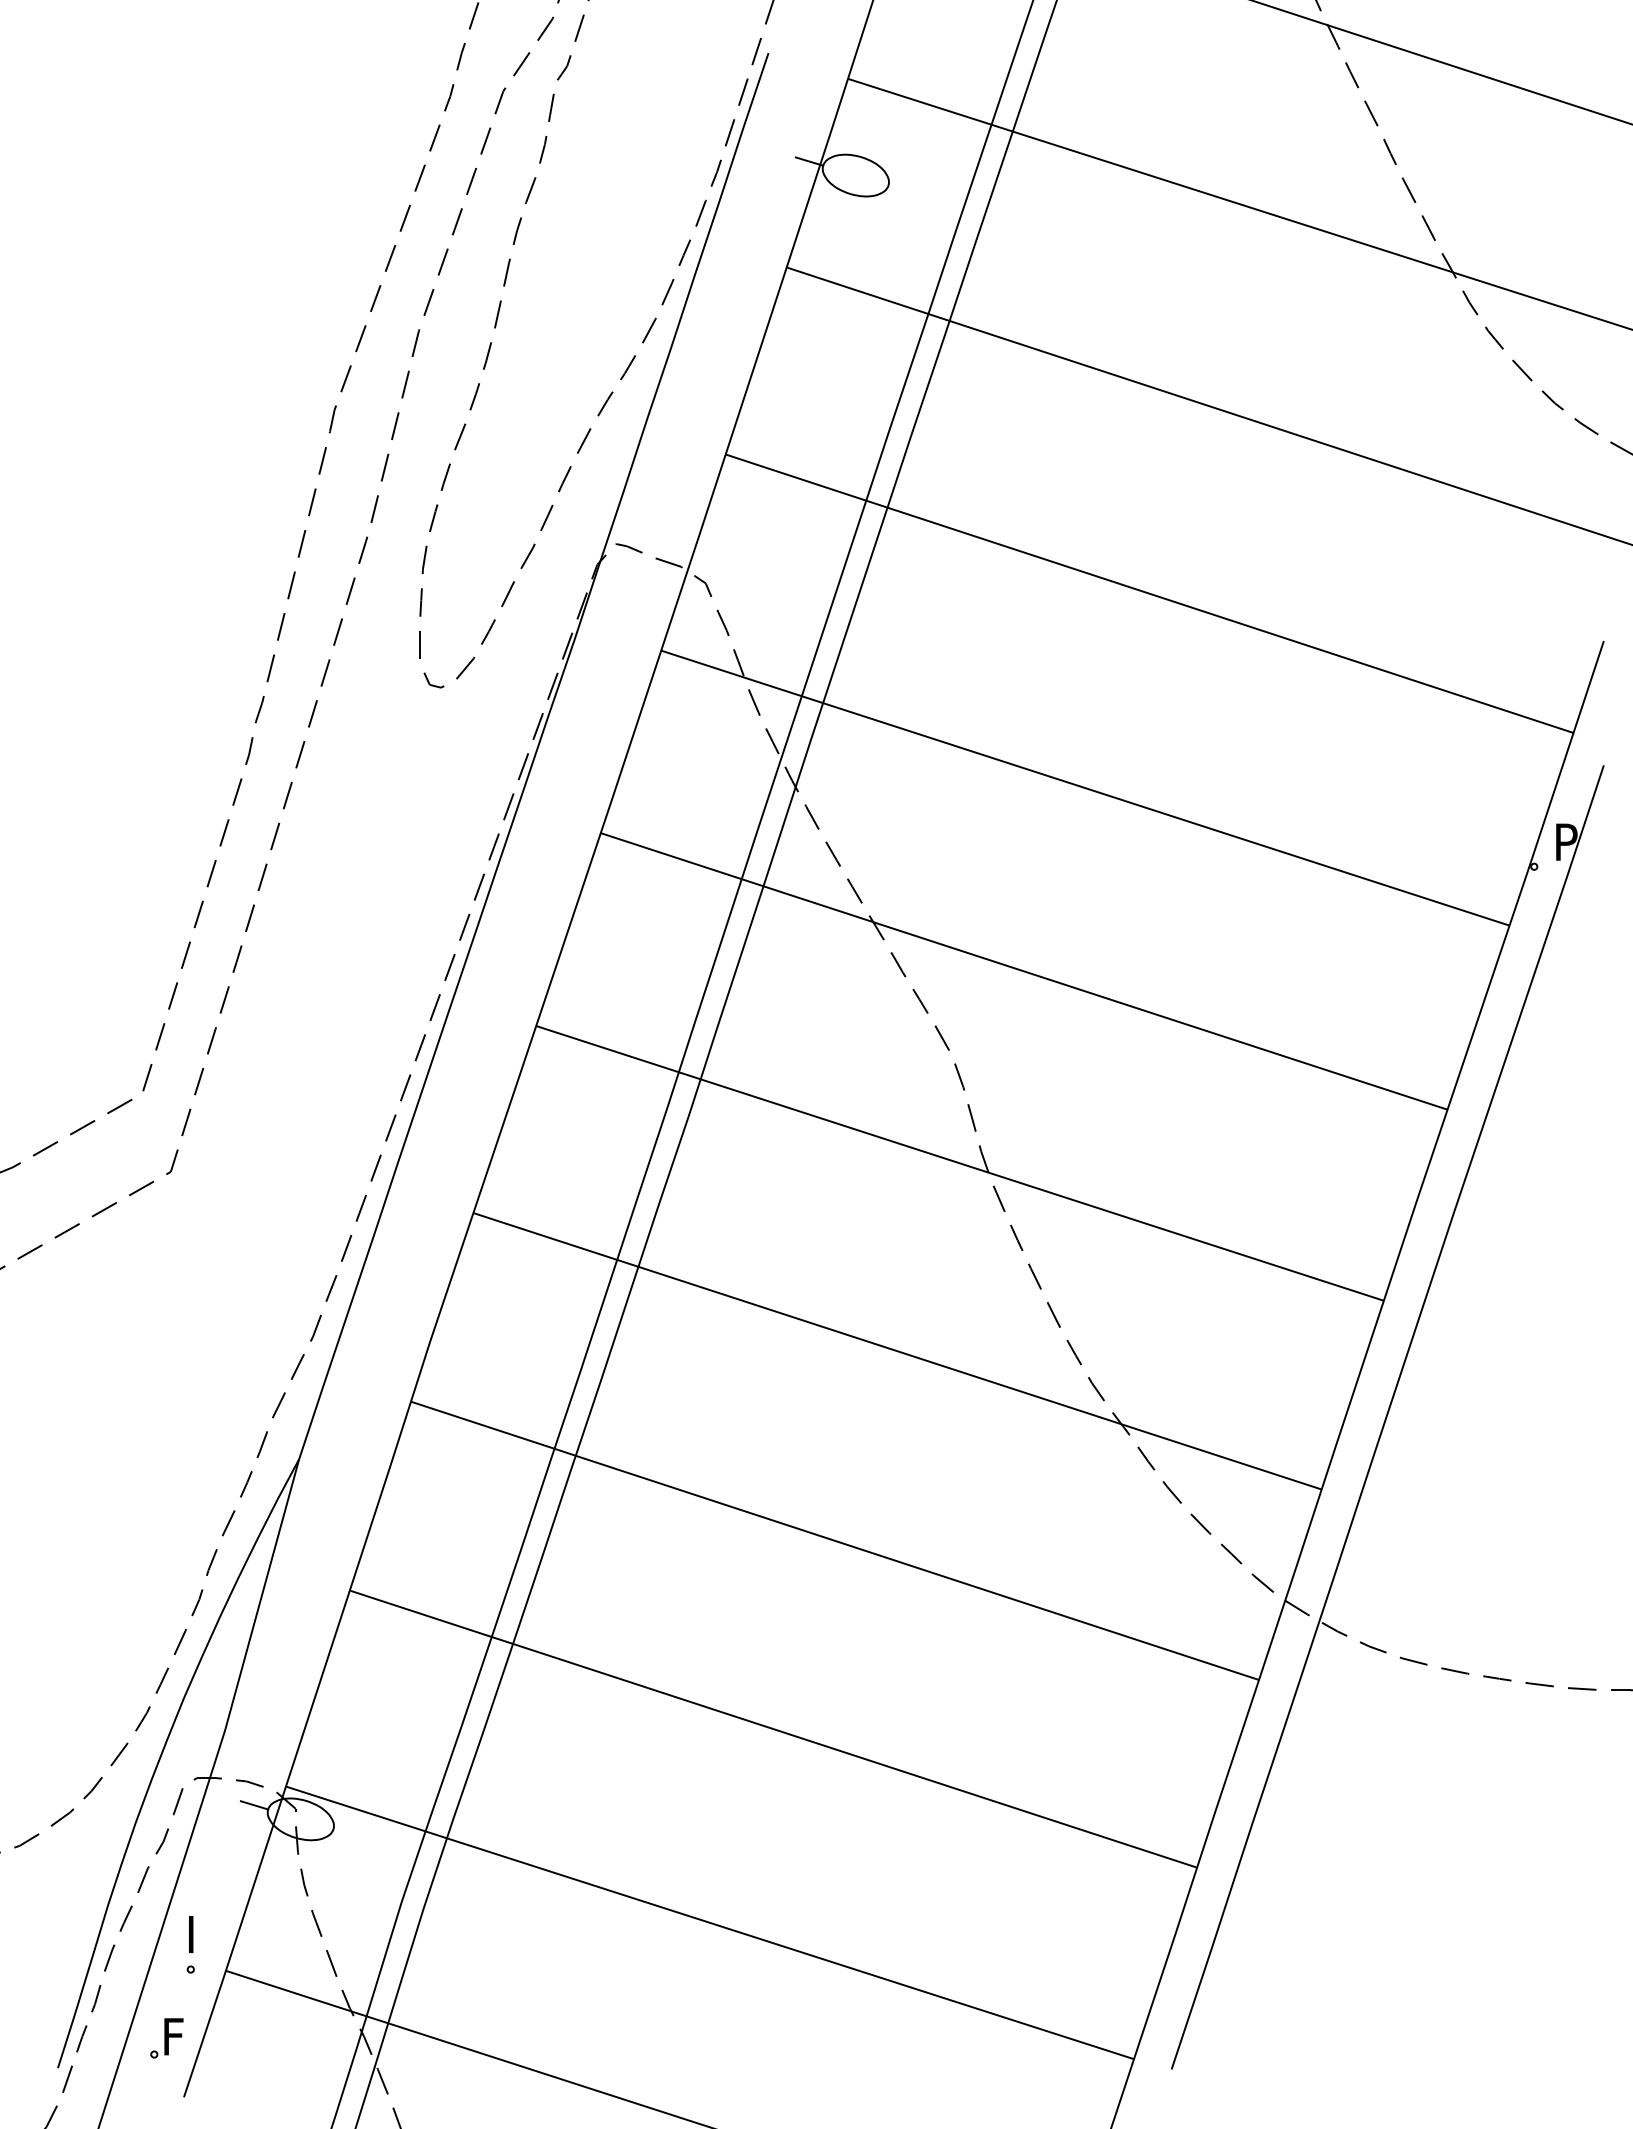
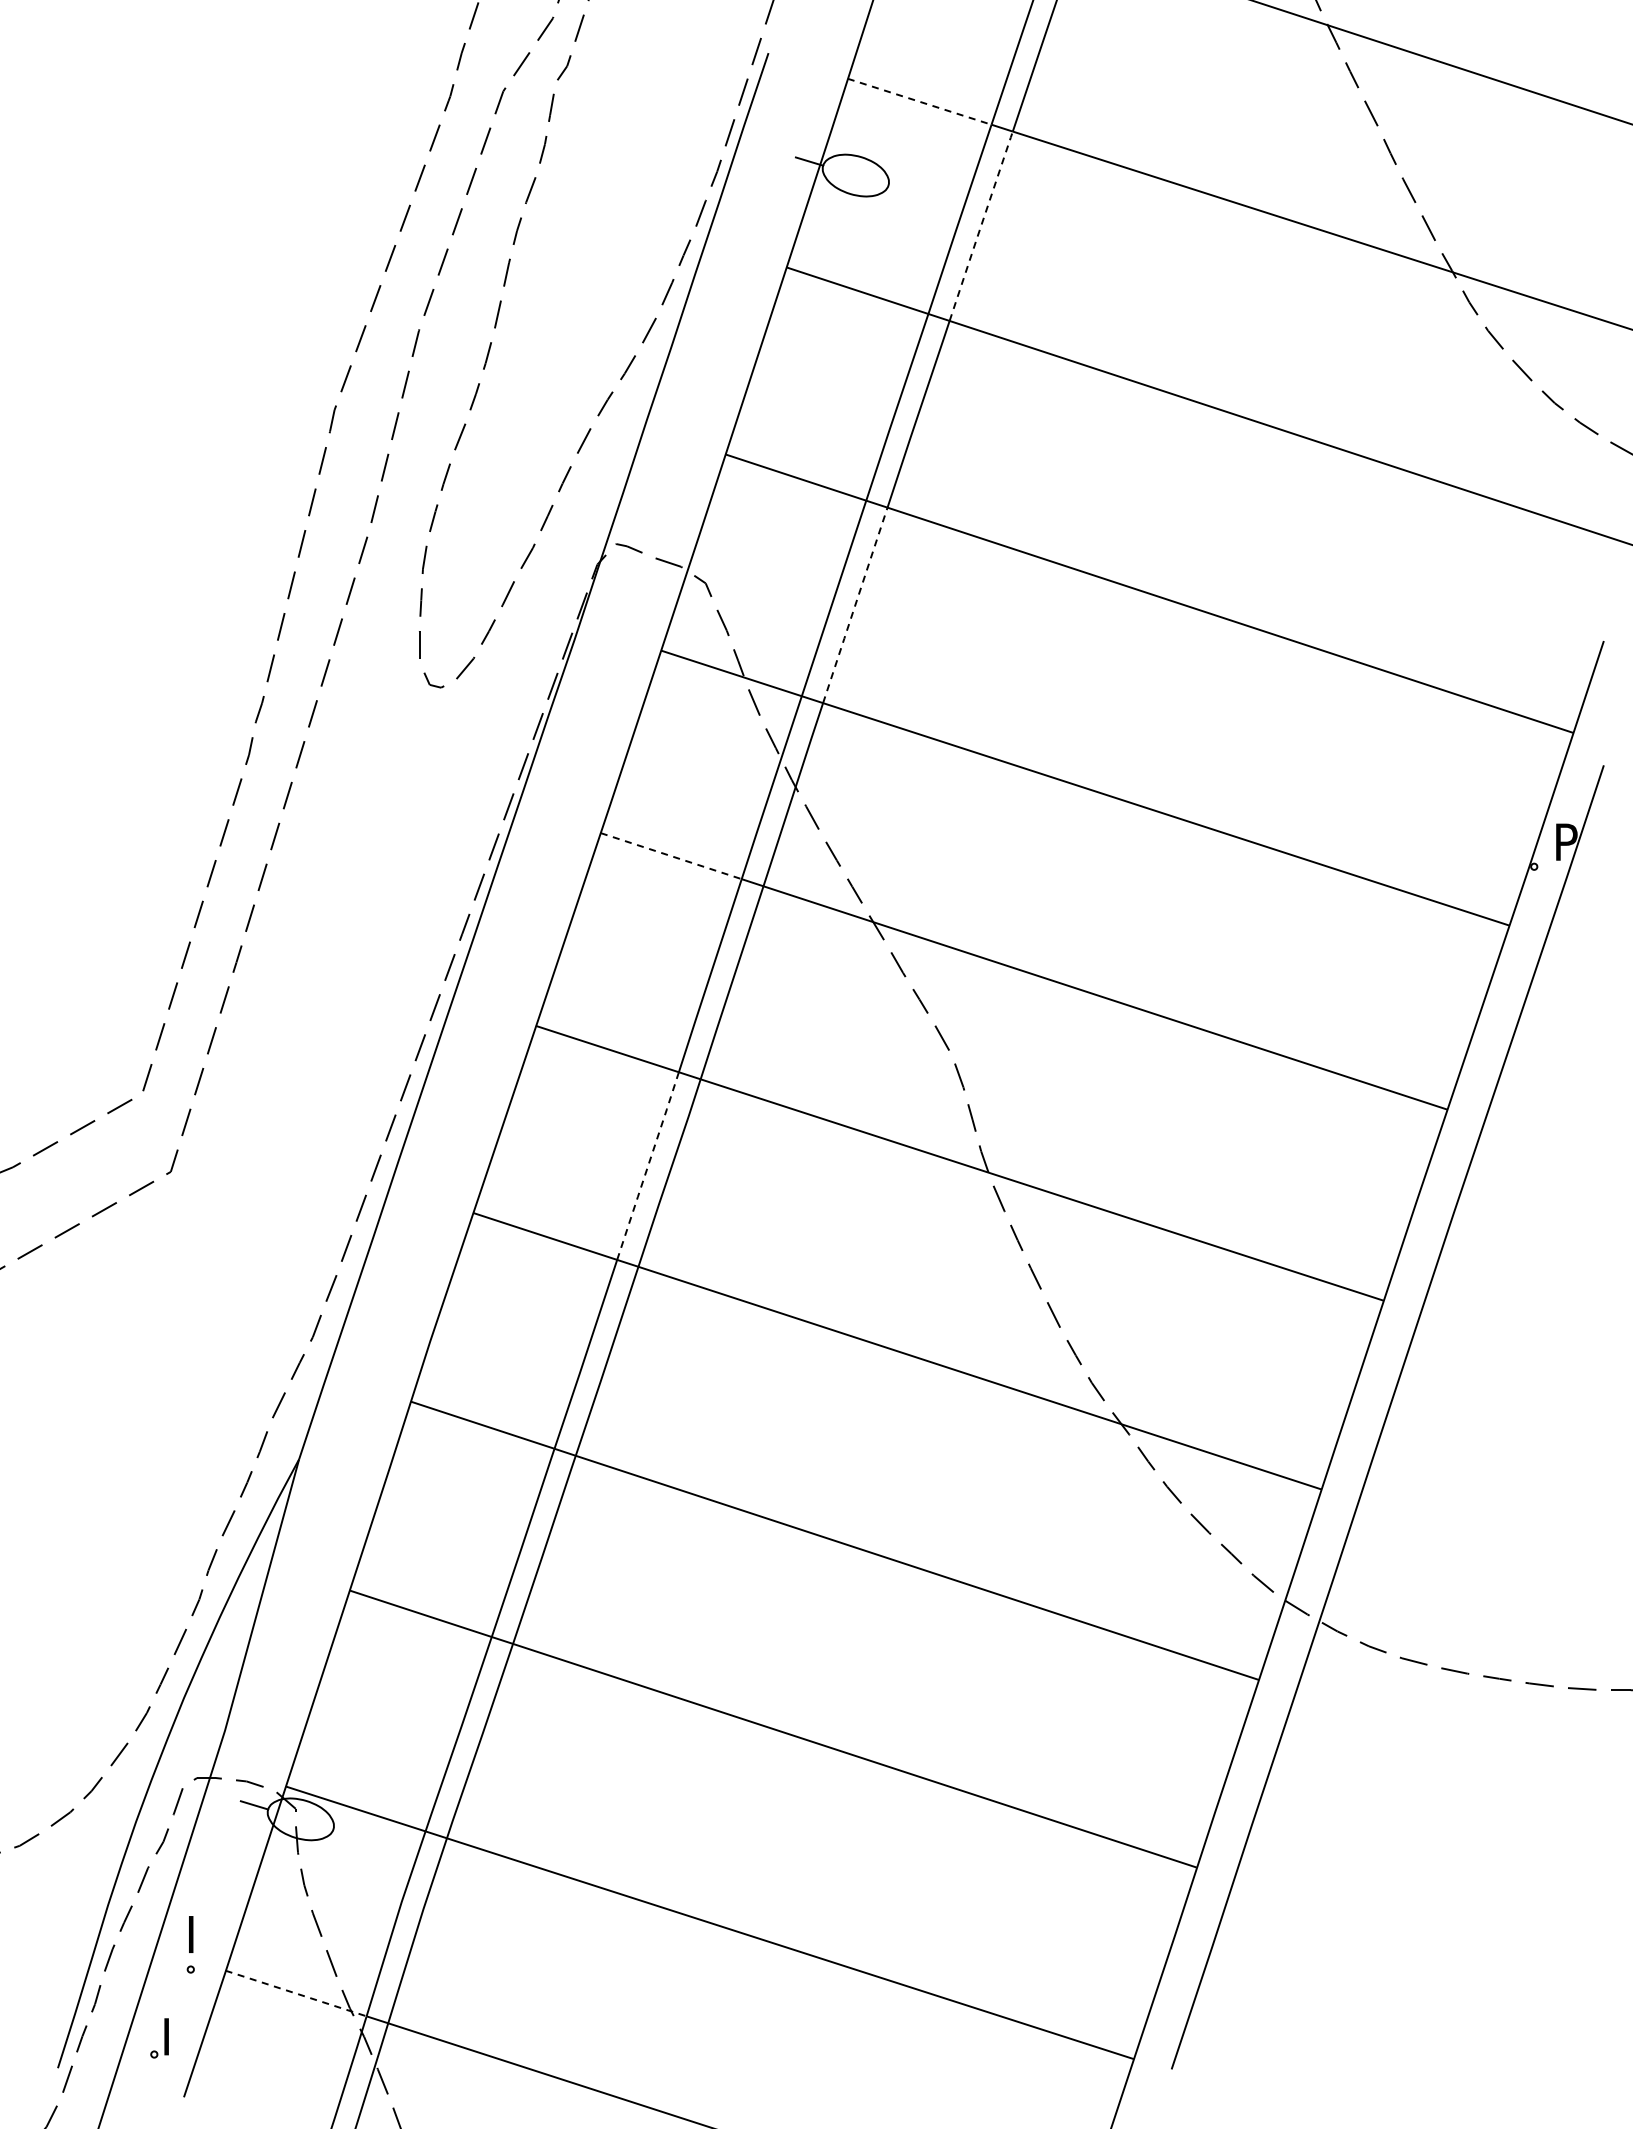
line at (920, 101): solid -> dashed
line at (981, 225): solid -> dashed
line at (855, 604): solid -> dashed
line at (671, 856): solid -> dashed
line at (648, 1165): solid -> dashed
line at (296, 1993): solid -> dashed
text at (176, 2027): F -> I
